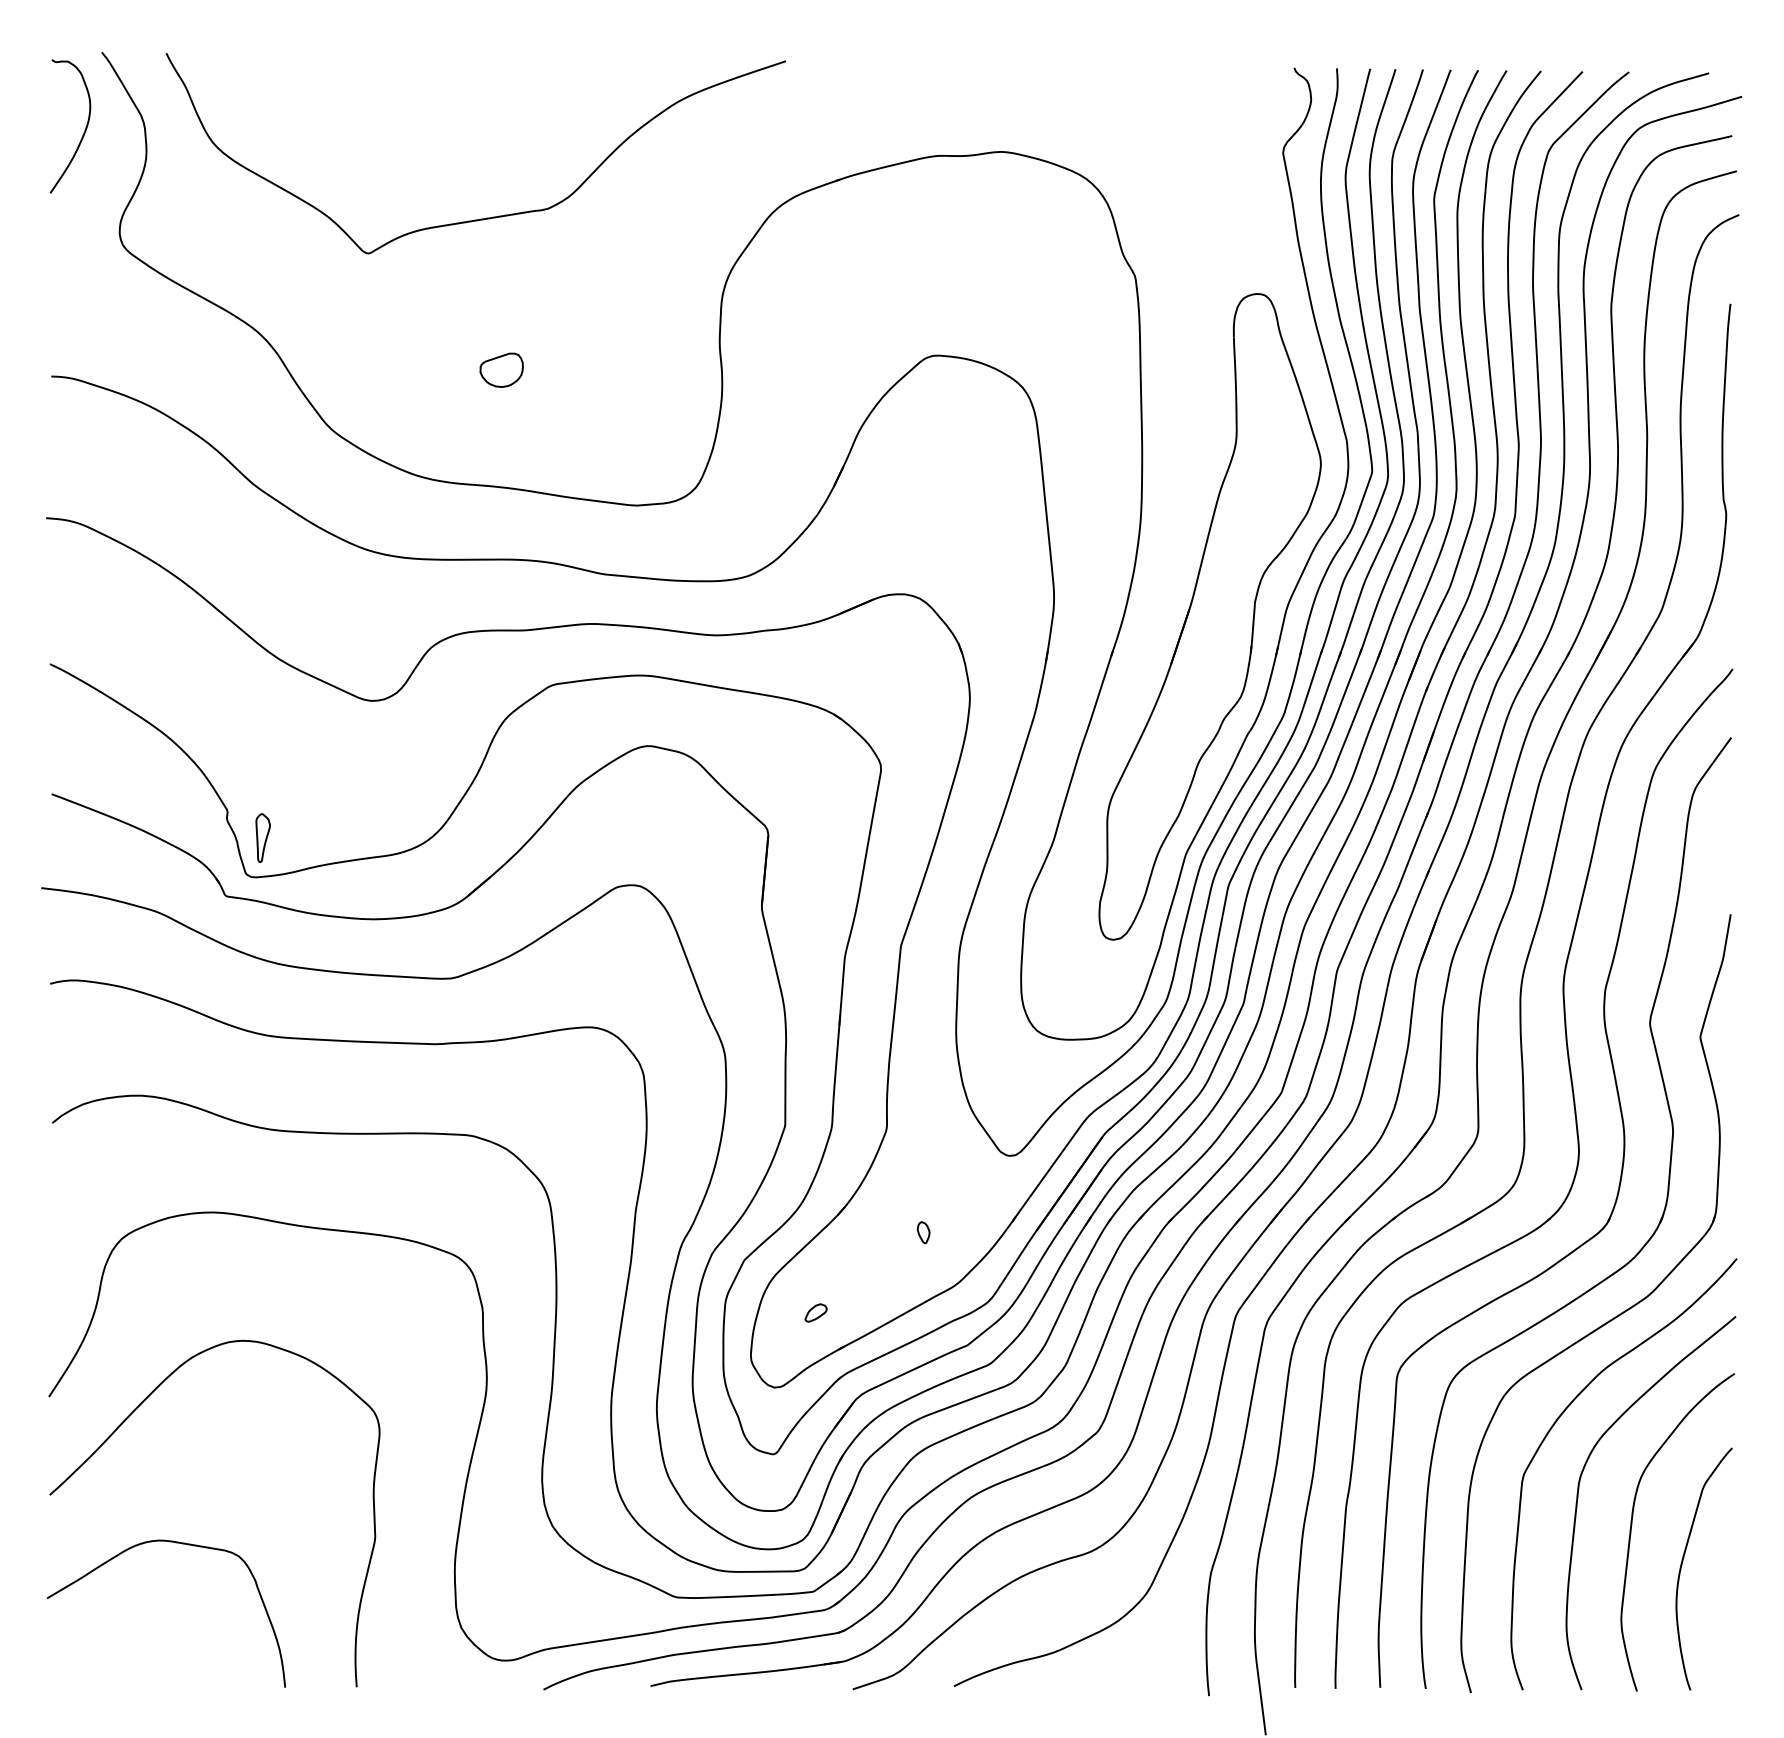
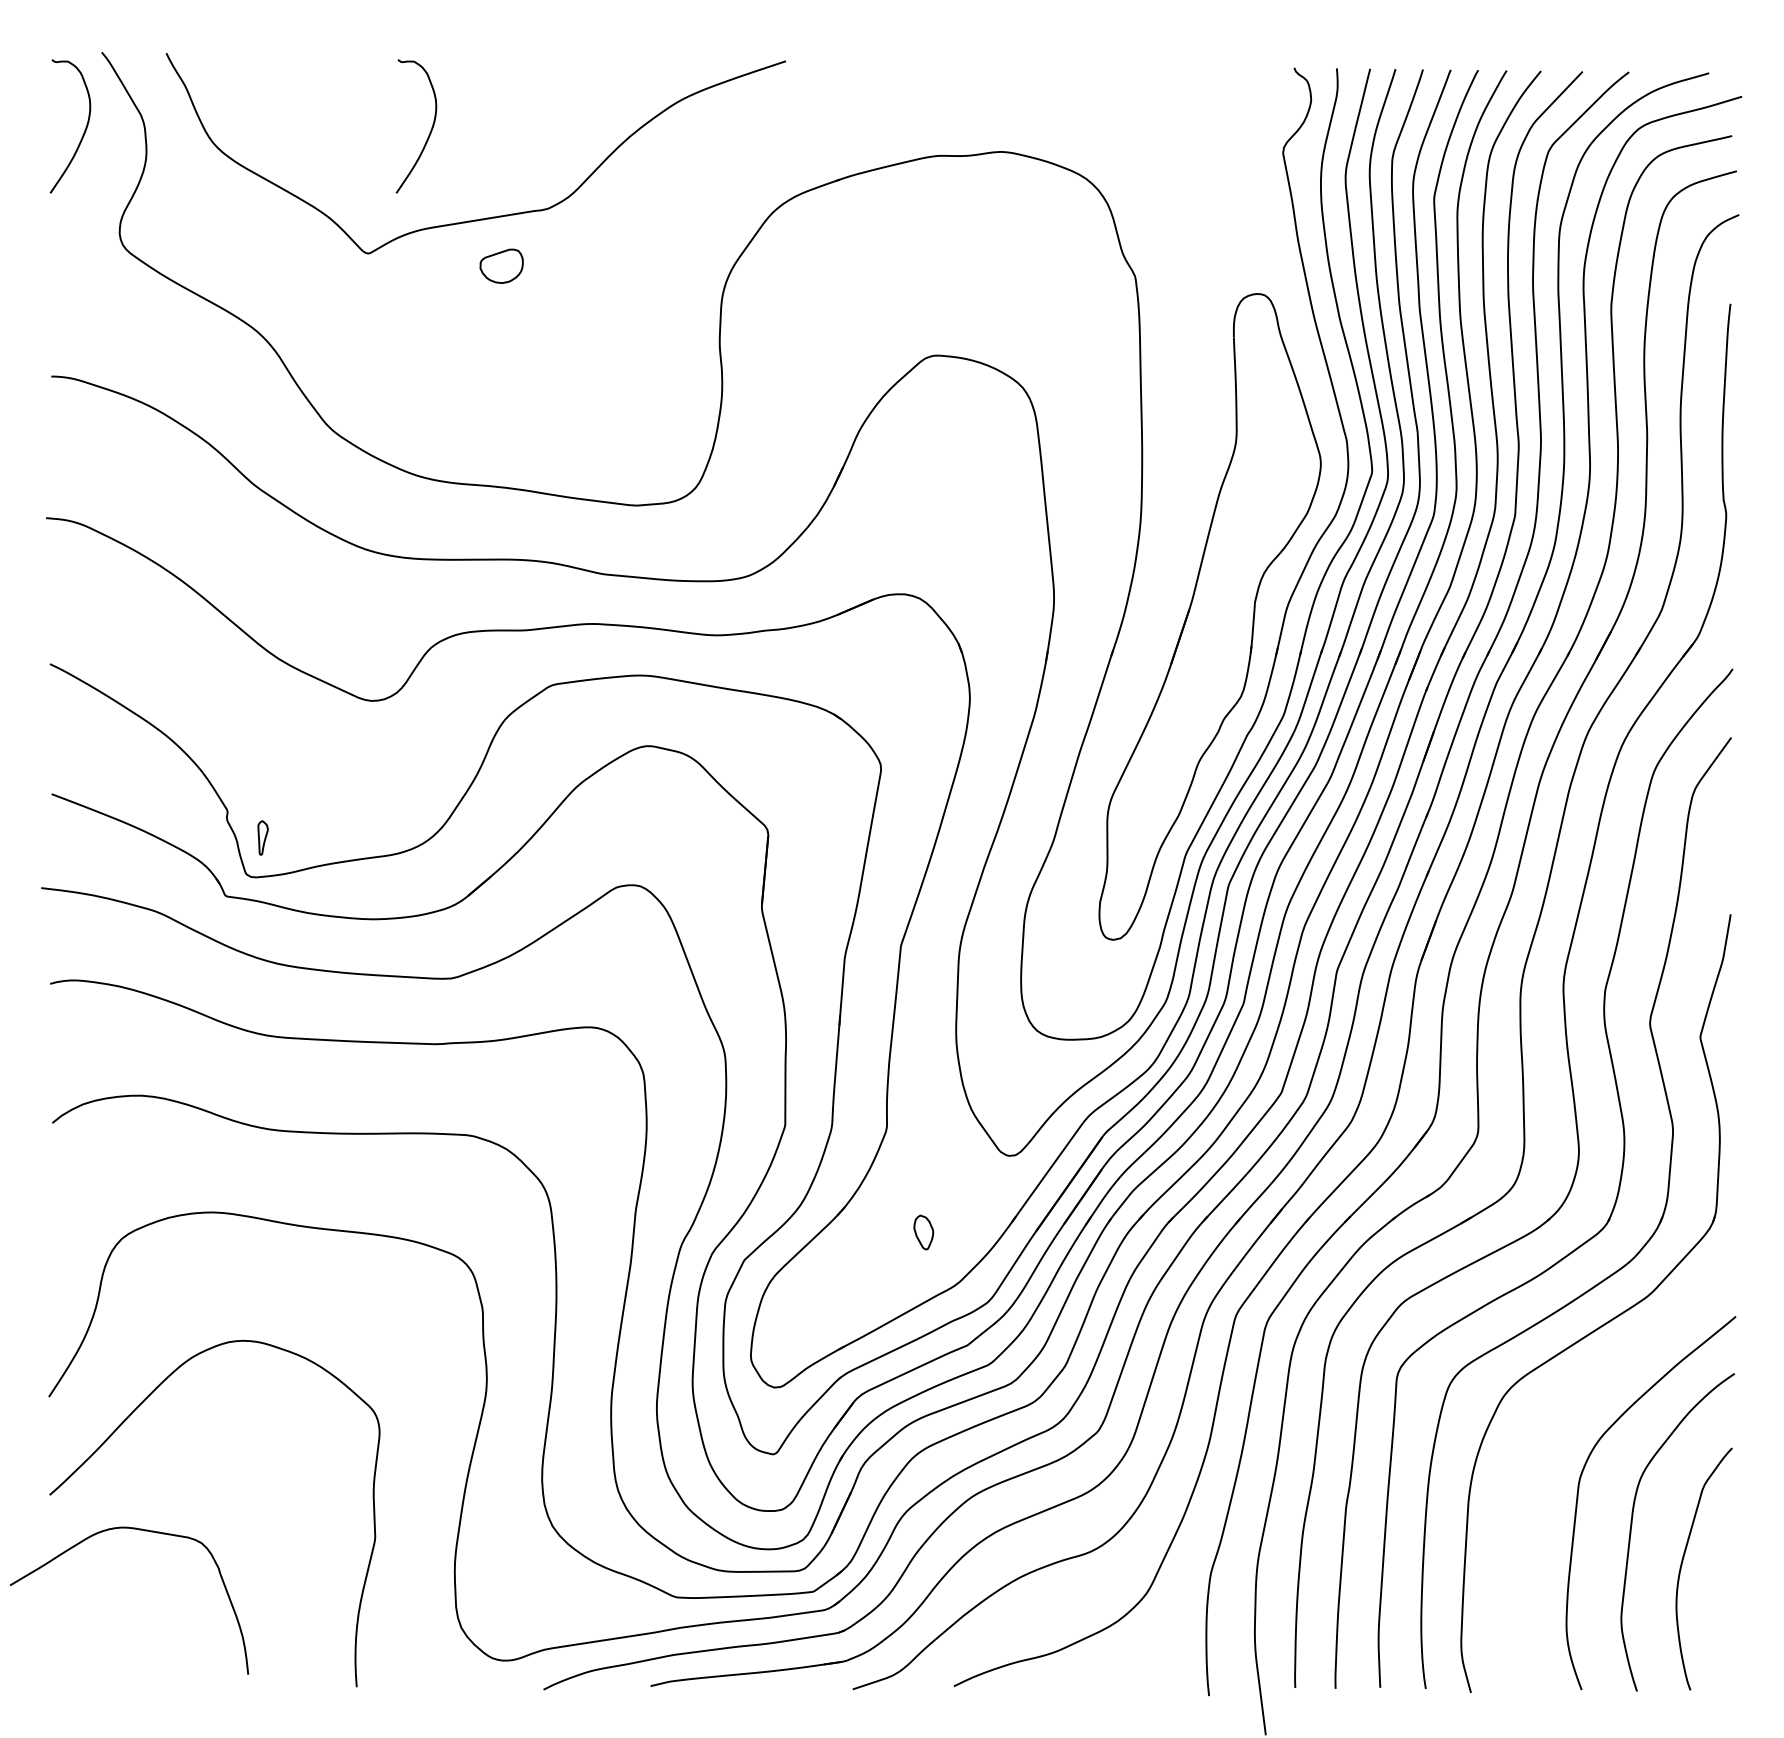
curve at (429, 132): none -> present
part at (501, 369) position: (501, 369) -> (501, 265)
part at (262, 837) size: 16x50 px -> 12x36 px
part at (923, 1232) size: 15x24 px -> 22x37 px
part at (815, 1312): present -> none
curve at (1552, 1428): present -> none
curve at (181, 1544) position: (181, 1544) -> (144, 1531)
